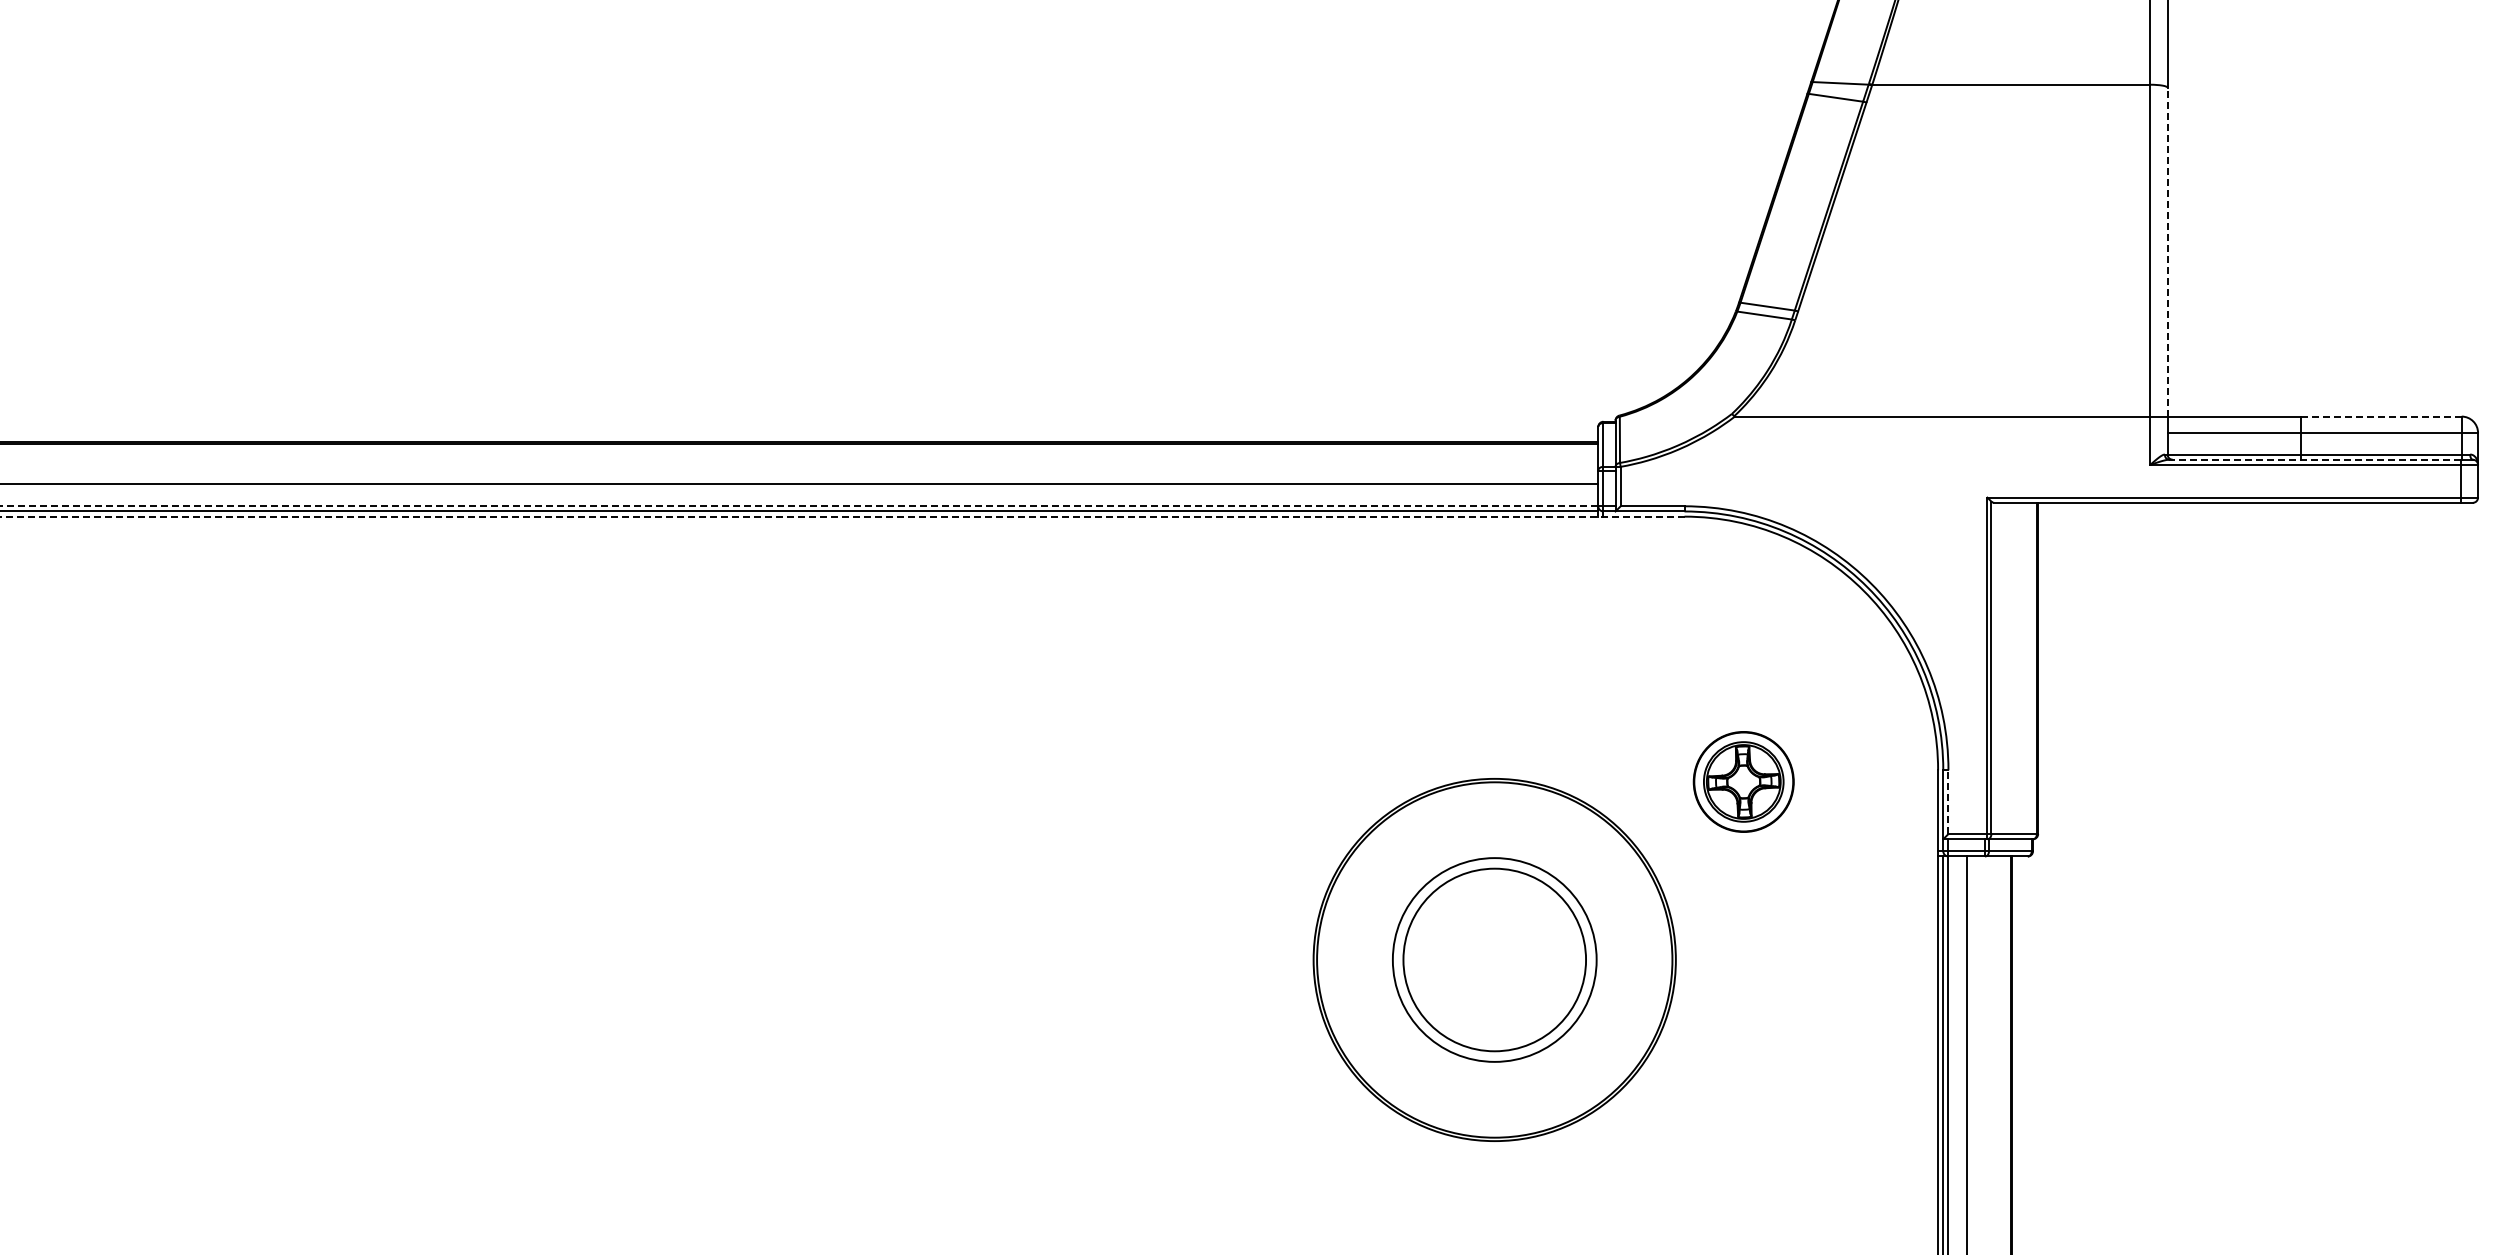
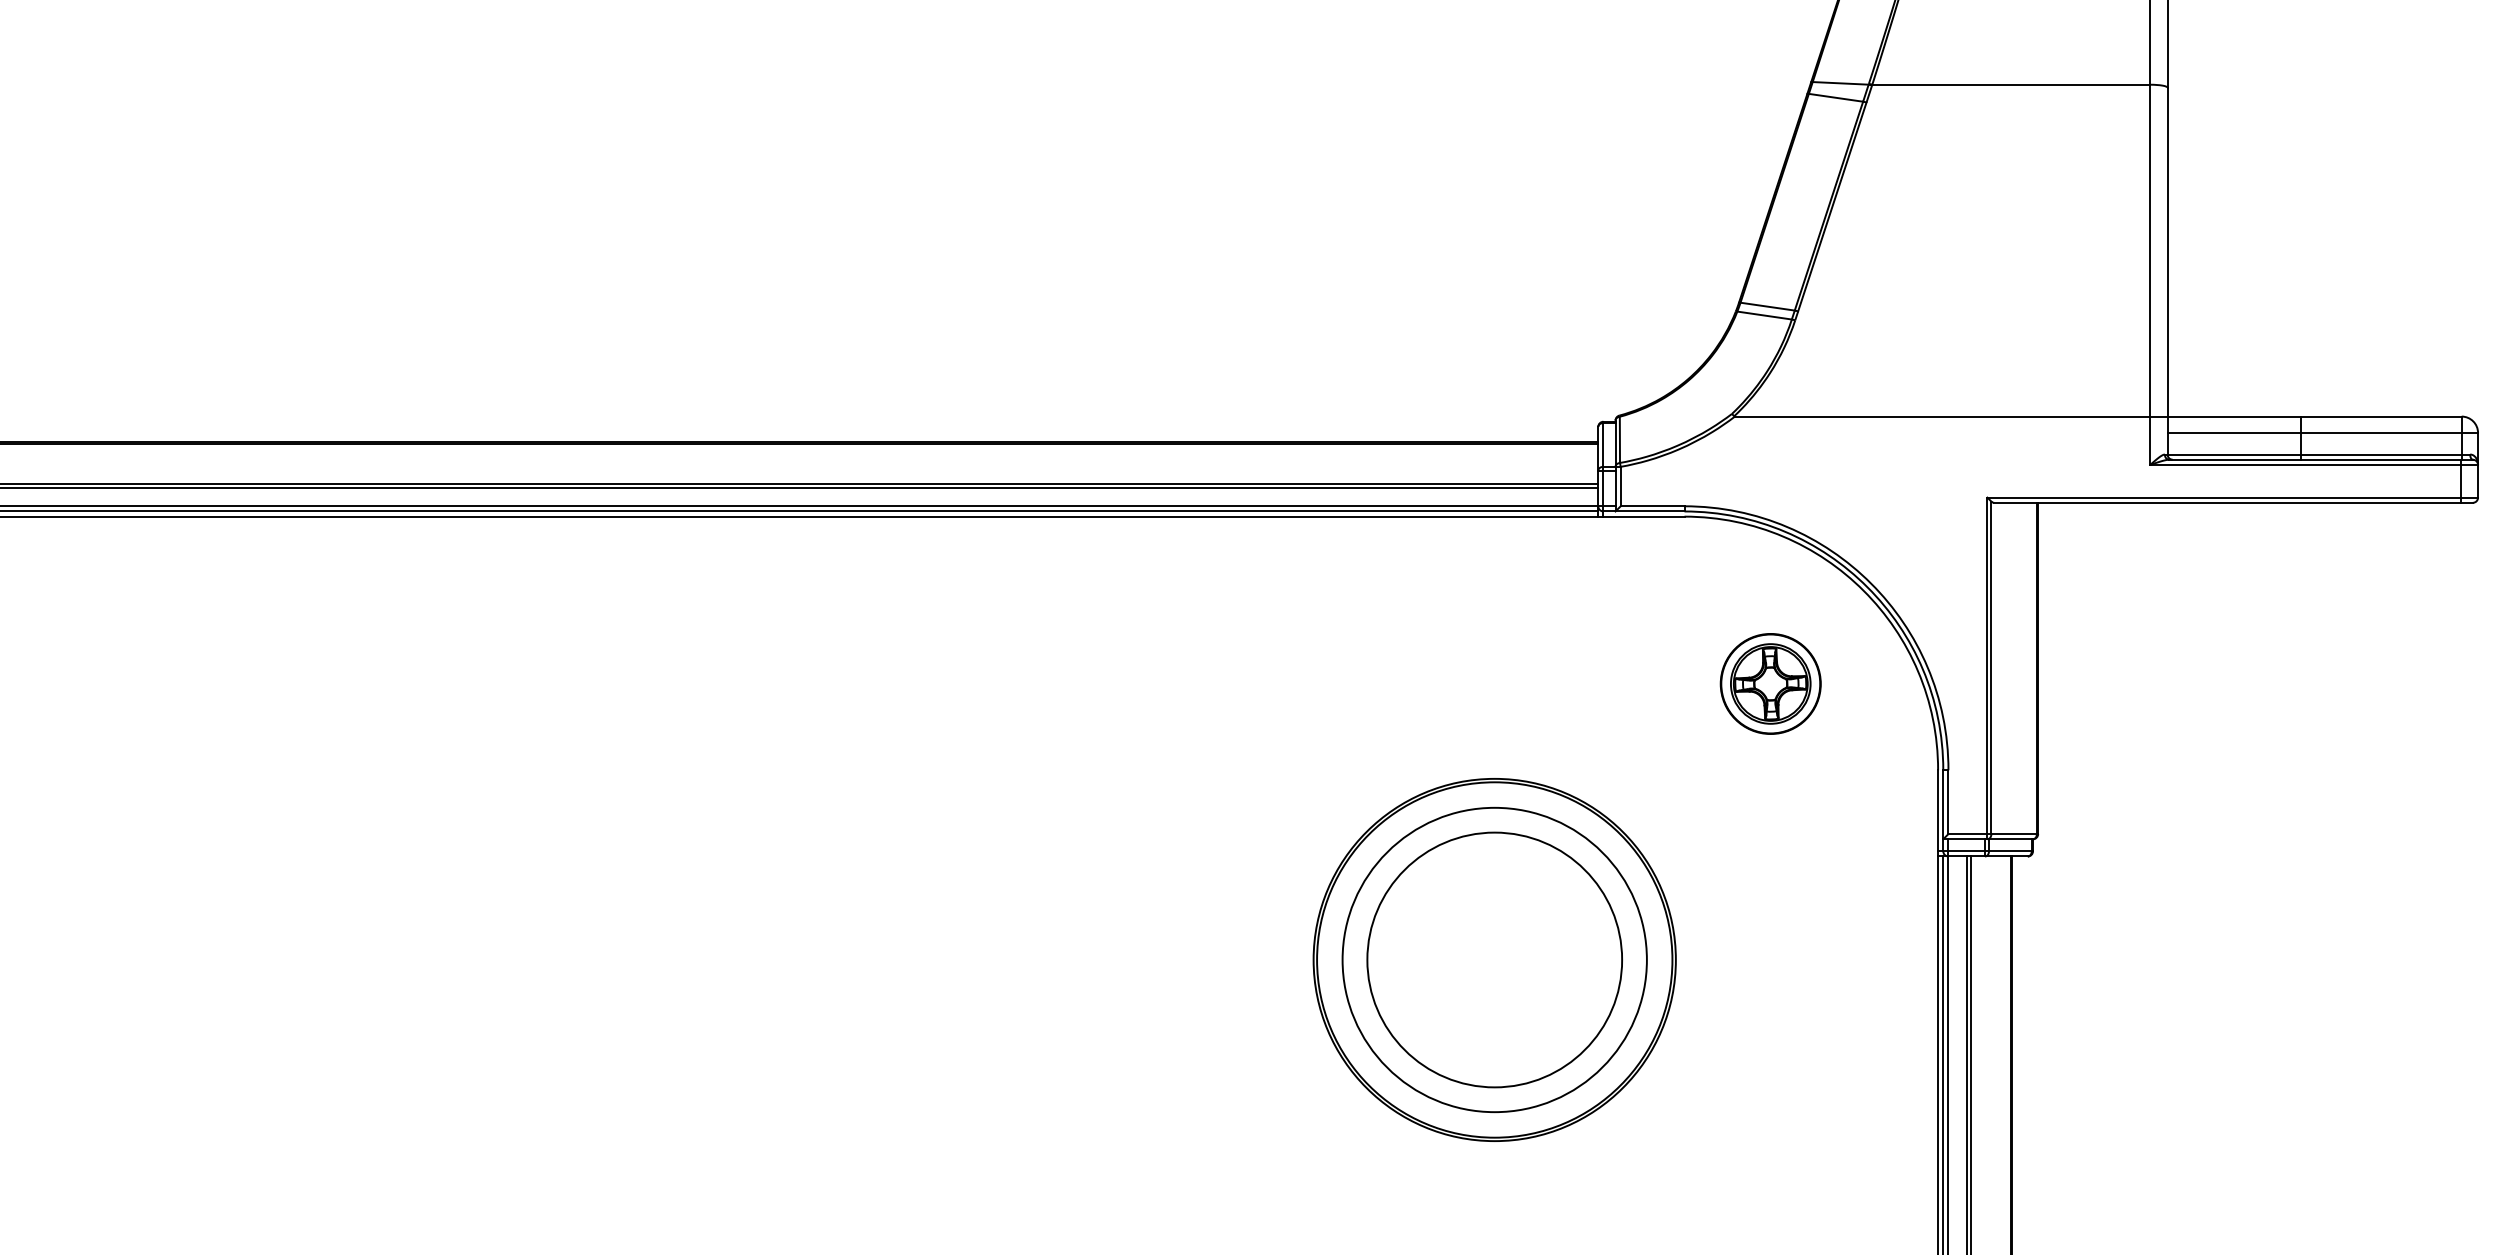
line at (2167, 251): dashed -> solid
line at (2380, 416): dashed -> solid
line at (2315, 459): dashed -> solid
line at (800, 488): none -> present
line at (799, 506): dashed -> solid
line at (842, 516): dashed -> solid
part at (1743, 781) position: (1743, 781) -> (1770, 683)
line at (1948, 802): dashed -> solid
circle at (1494, 959) diameter: 183 px -> 304 px
circle at (1494, 959) diameter: 204 px -> 255 px
line at (1970, 1053): none -> present
